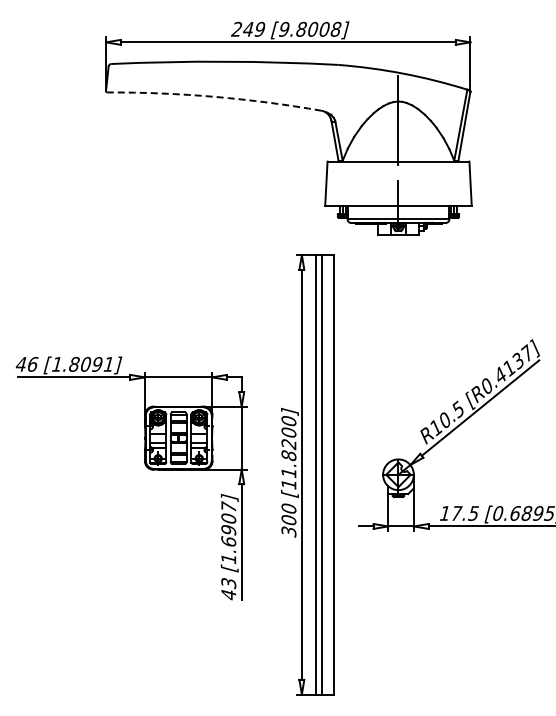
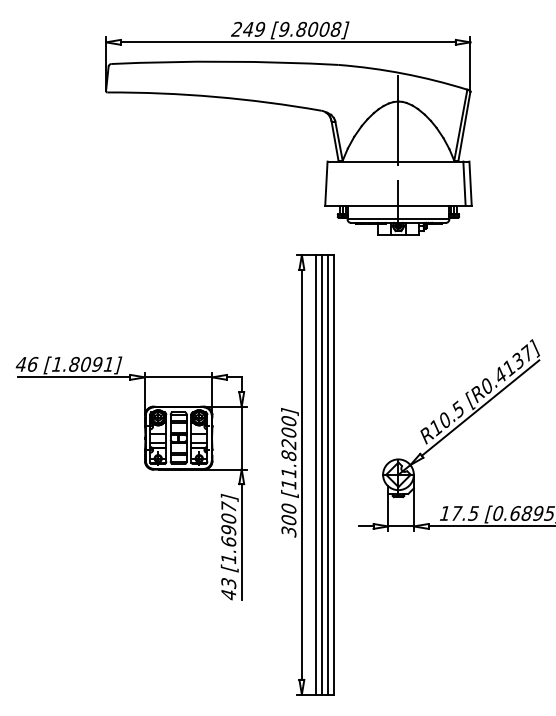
arc at (215, 96): dashed -> solid
line at (464, 183): none -> present
line at (328, 474): none -> present
